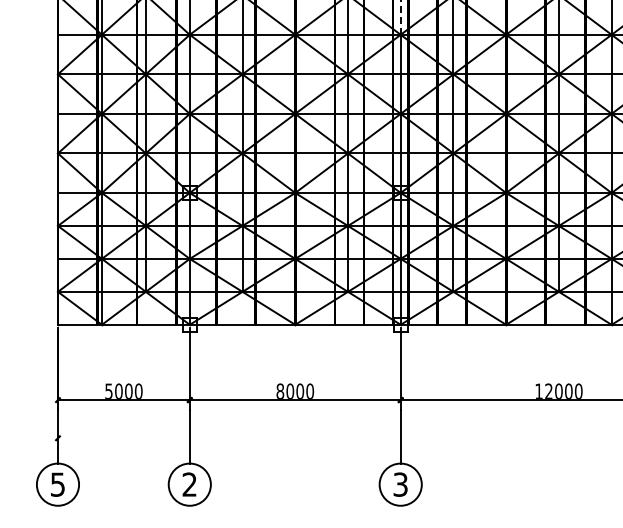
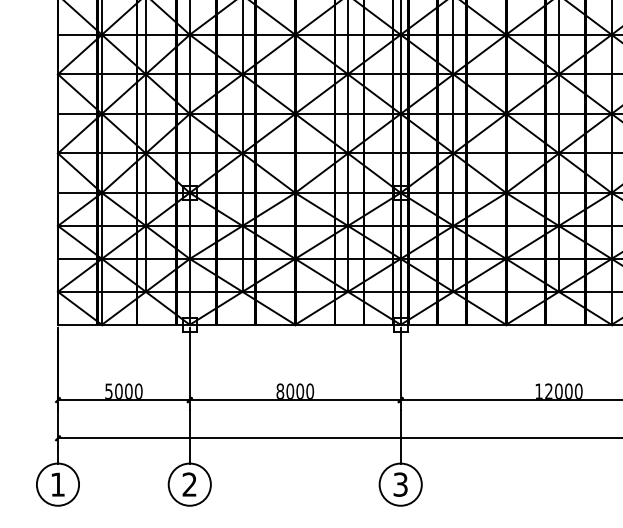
line at (400, 17): dashed -> solid
line at (338, 438): none -> present
text at (57, 484): 5 -> 1
